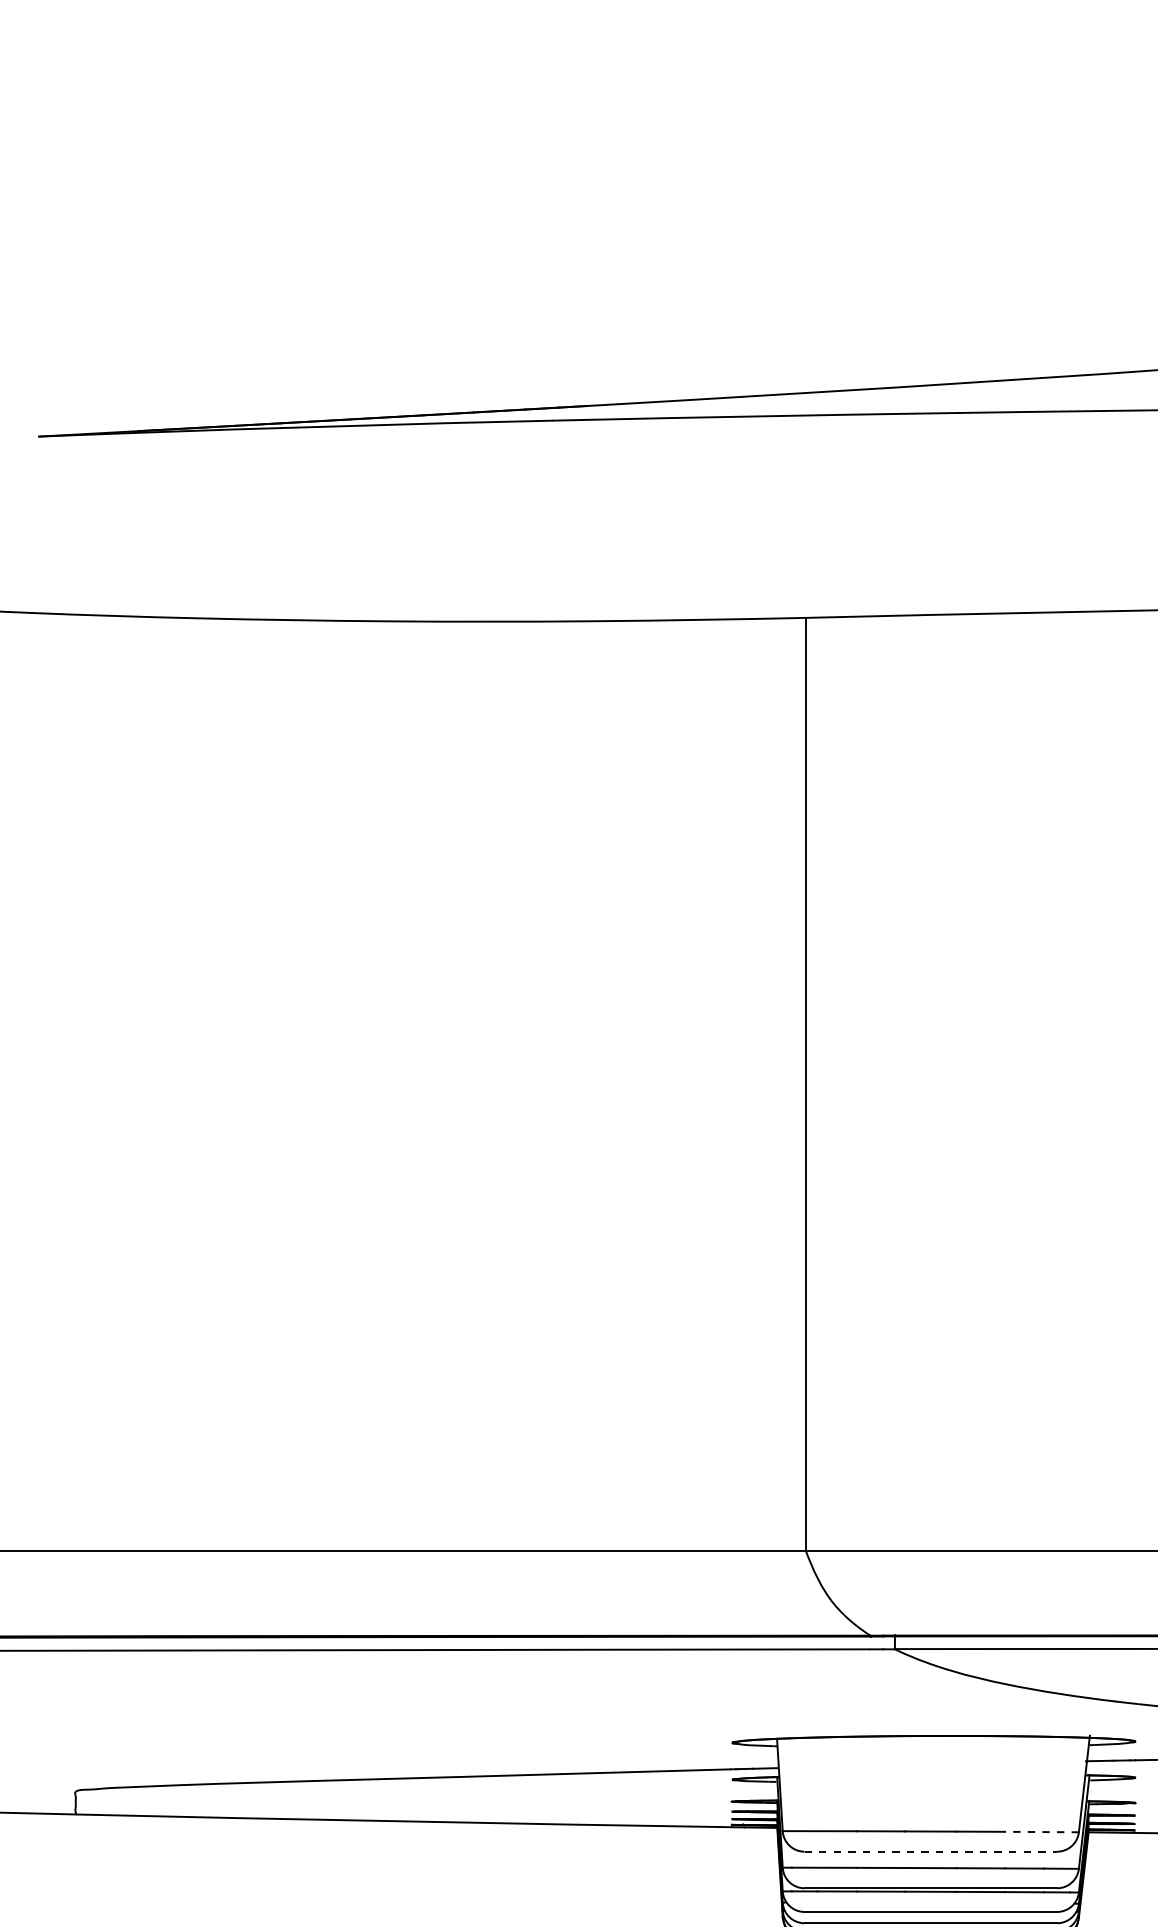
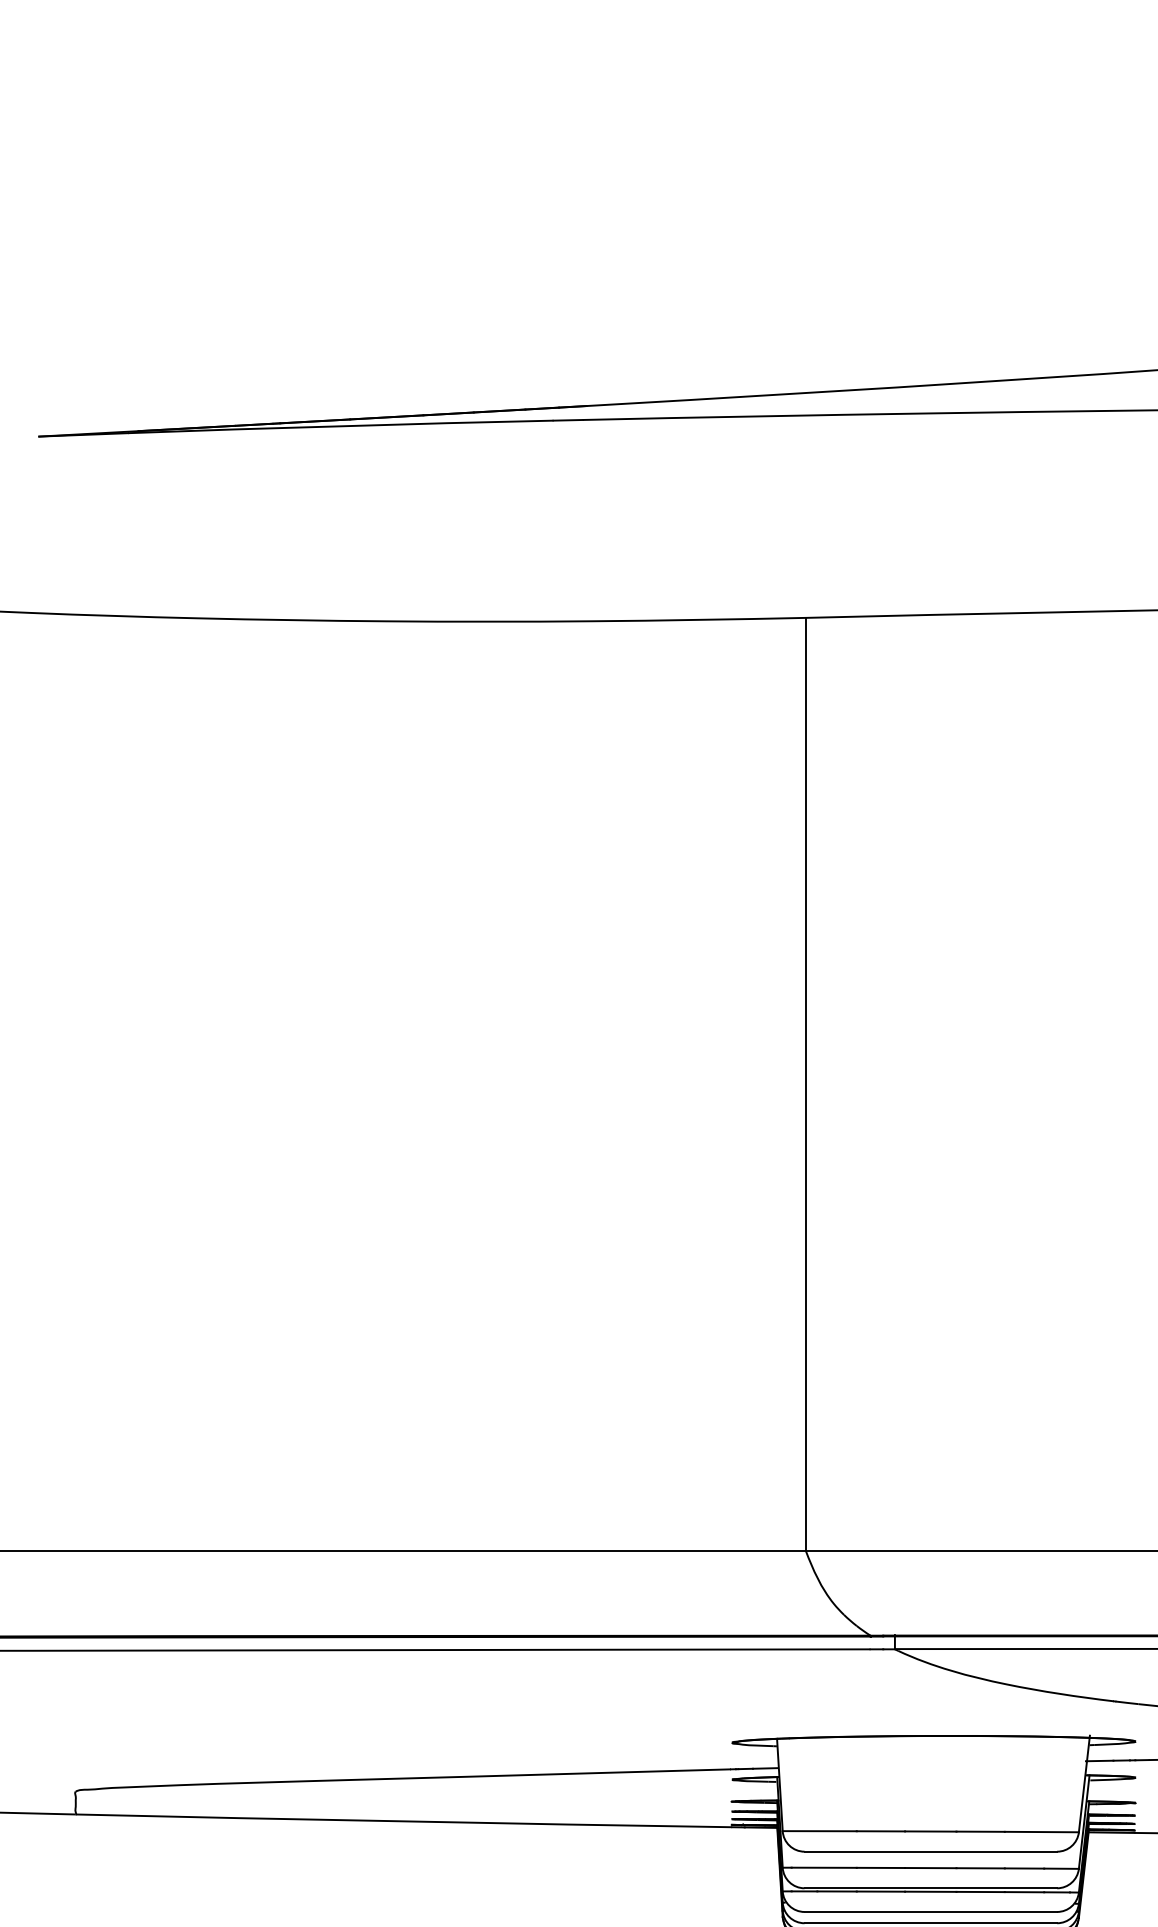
line at (1041, 1832): dashed -> solid
line at (931, 1851): dashed -> solid
